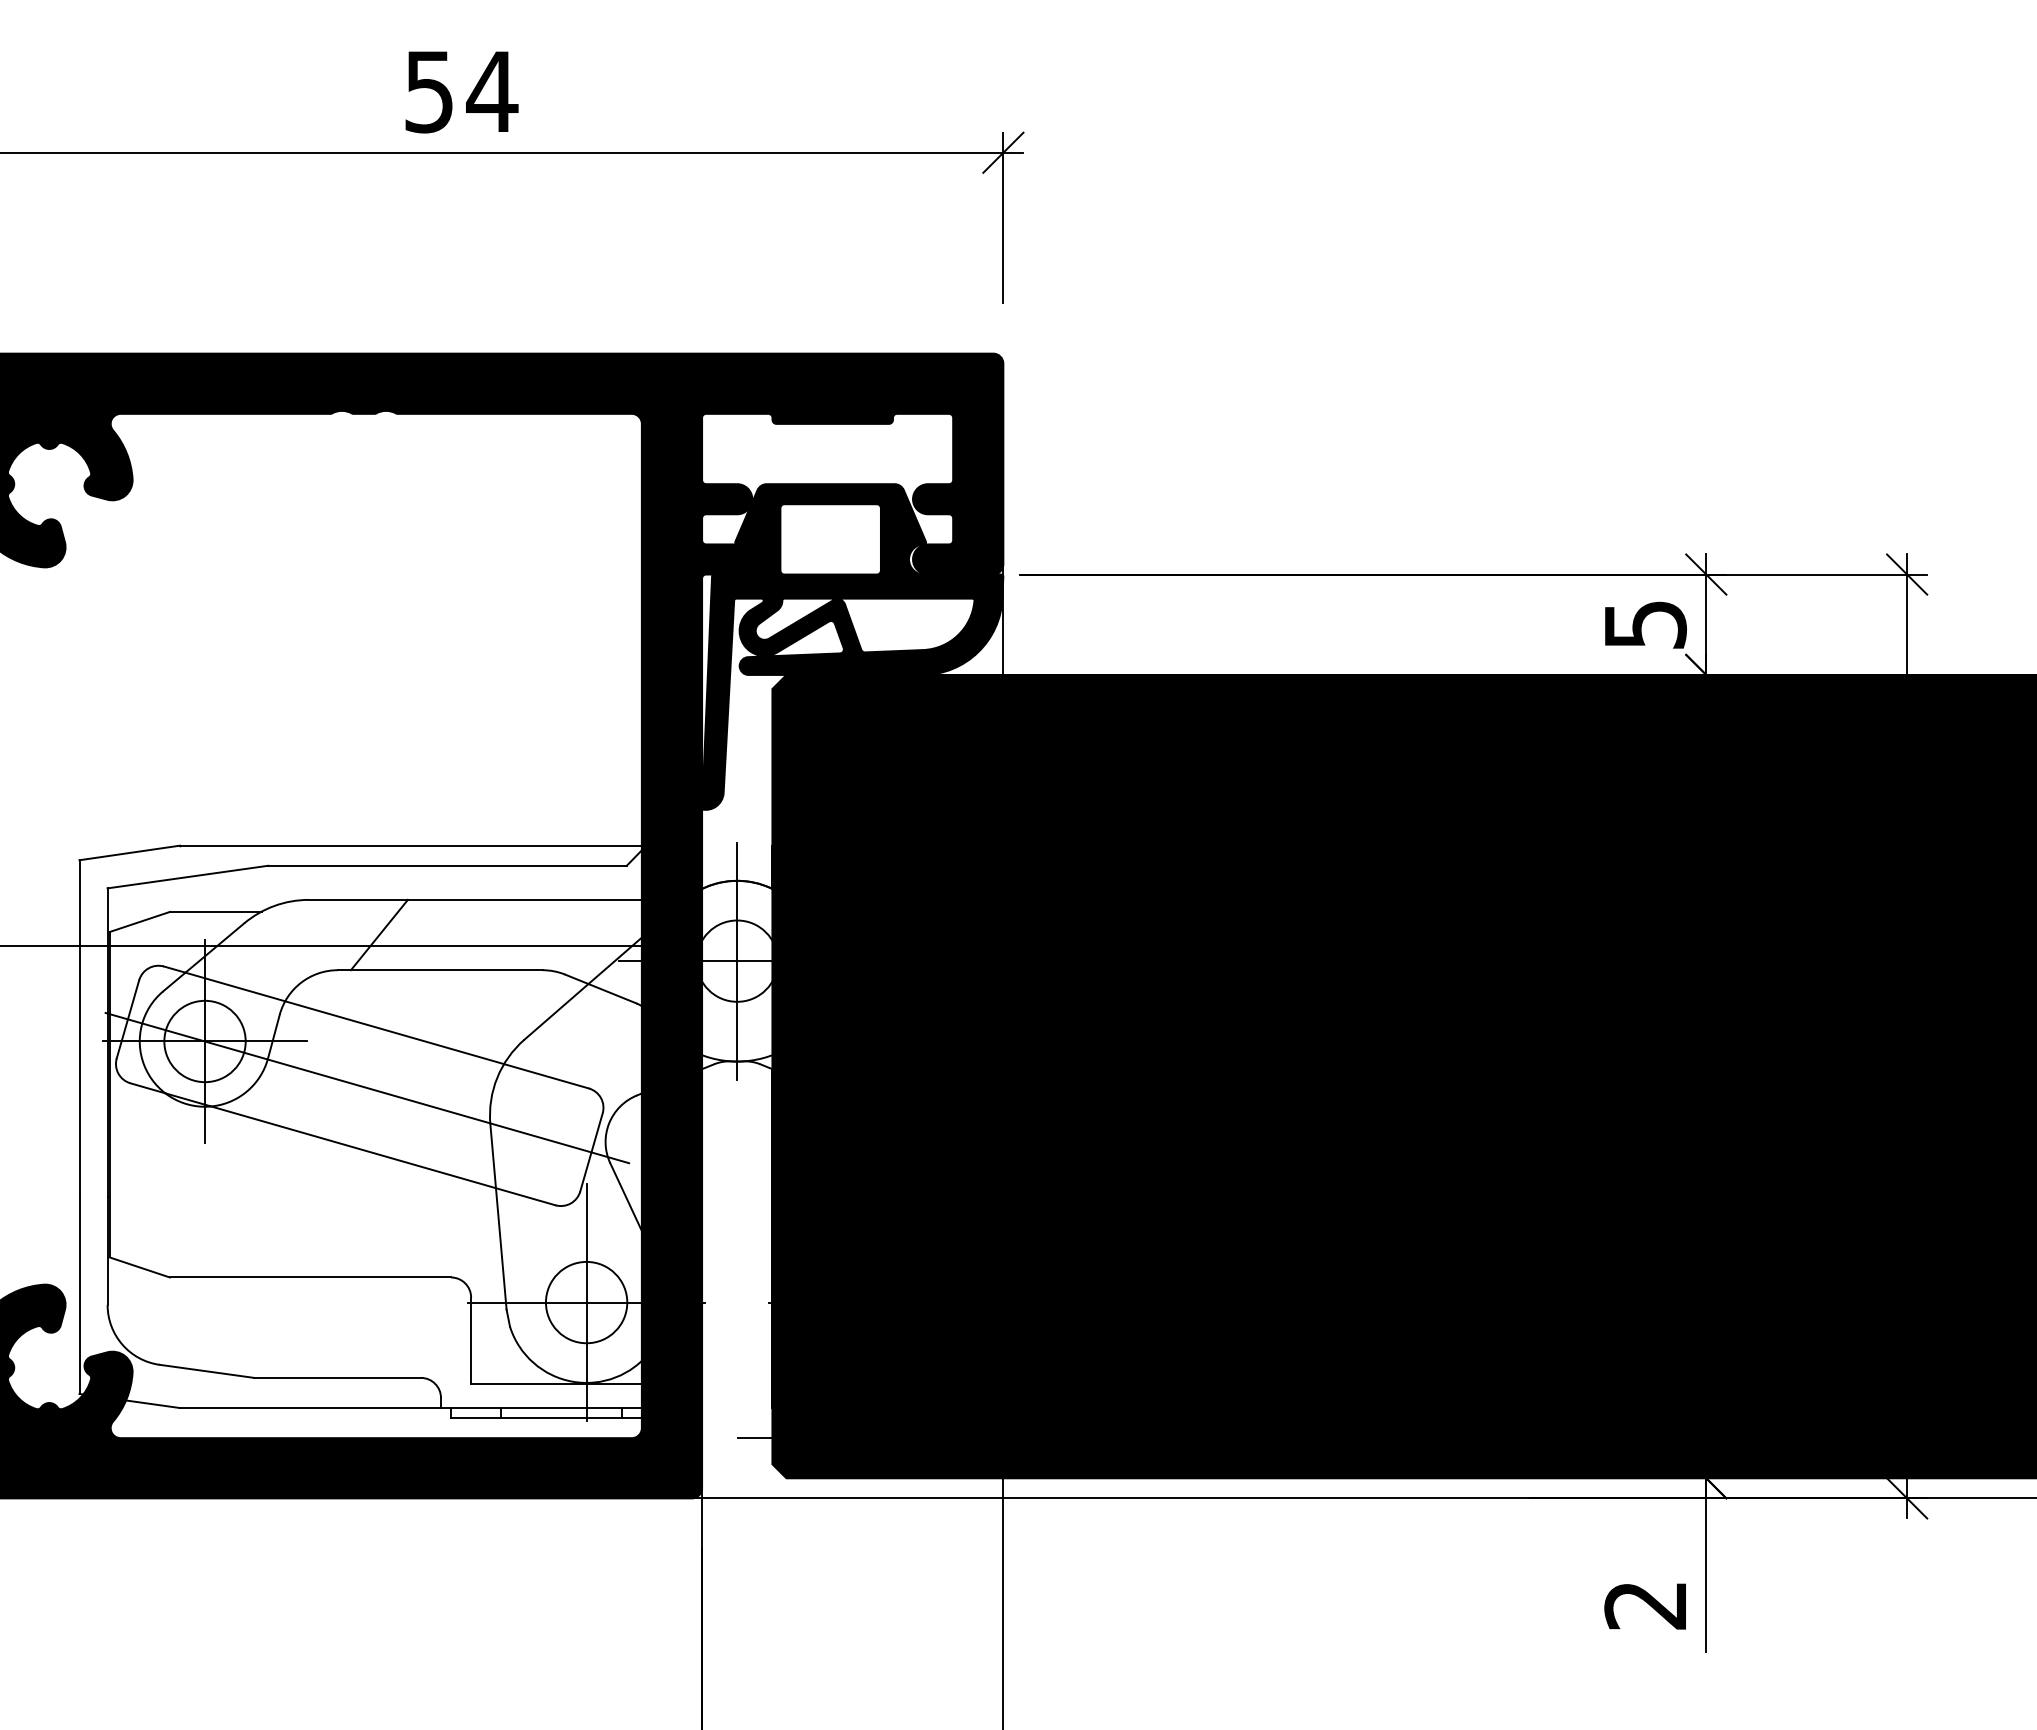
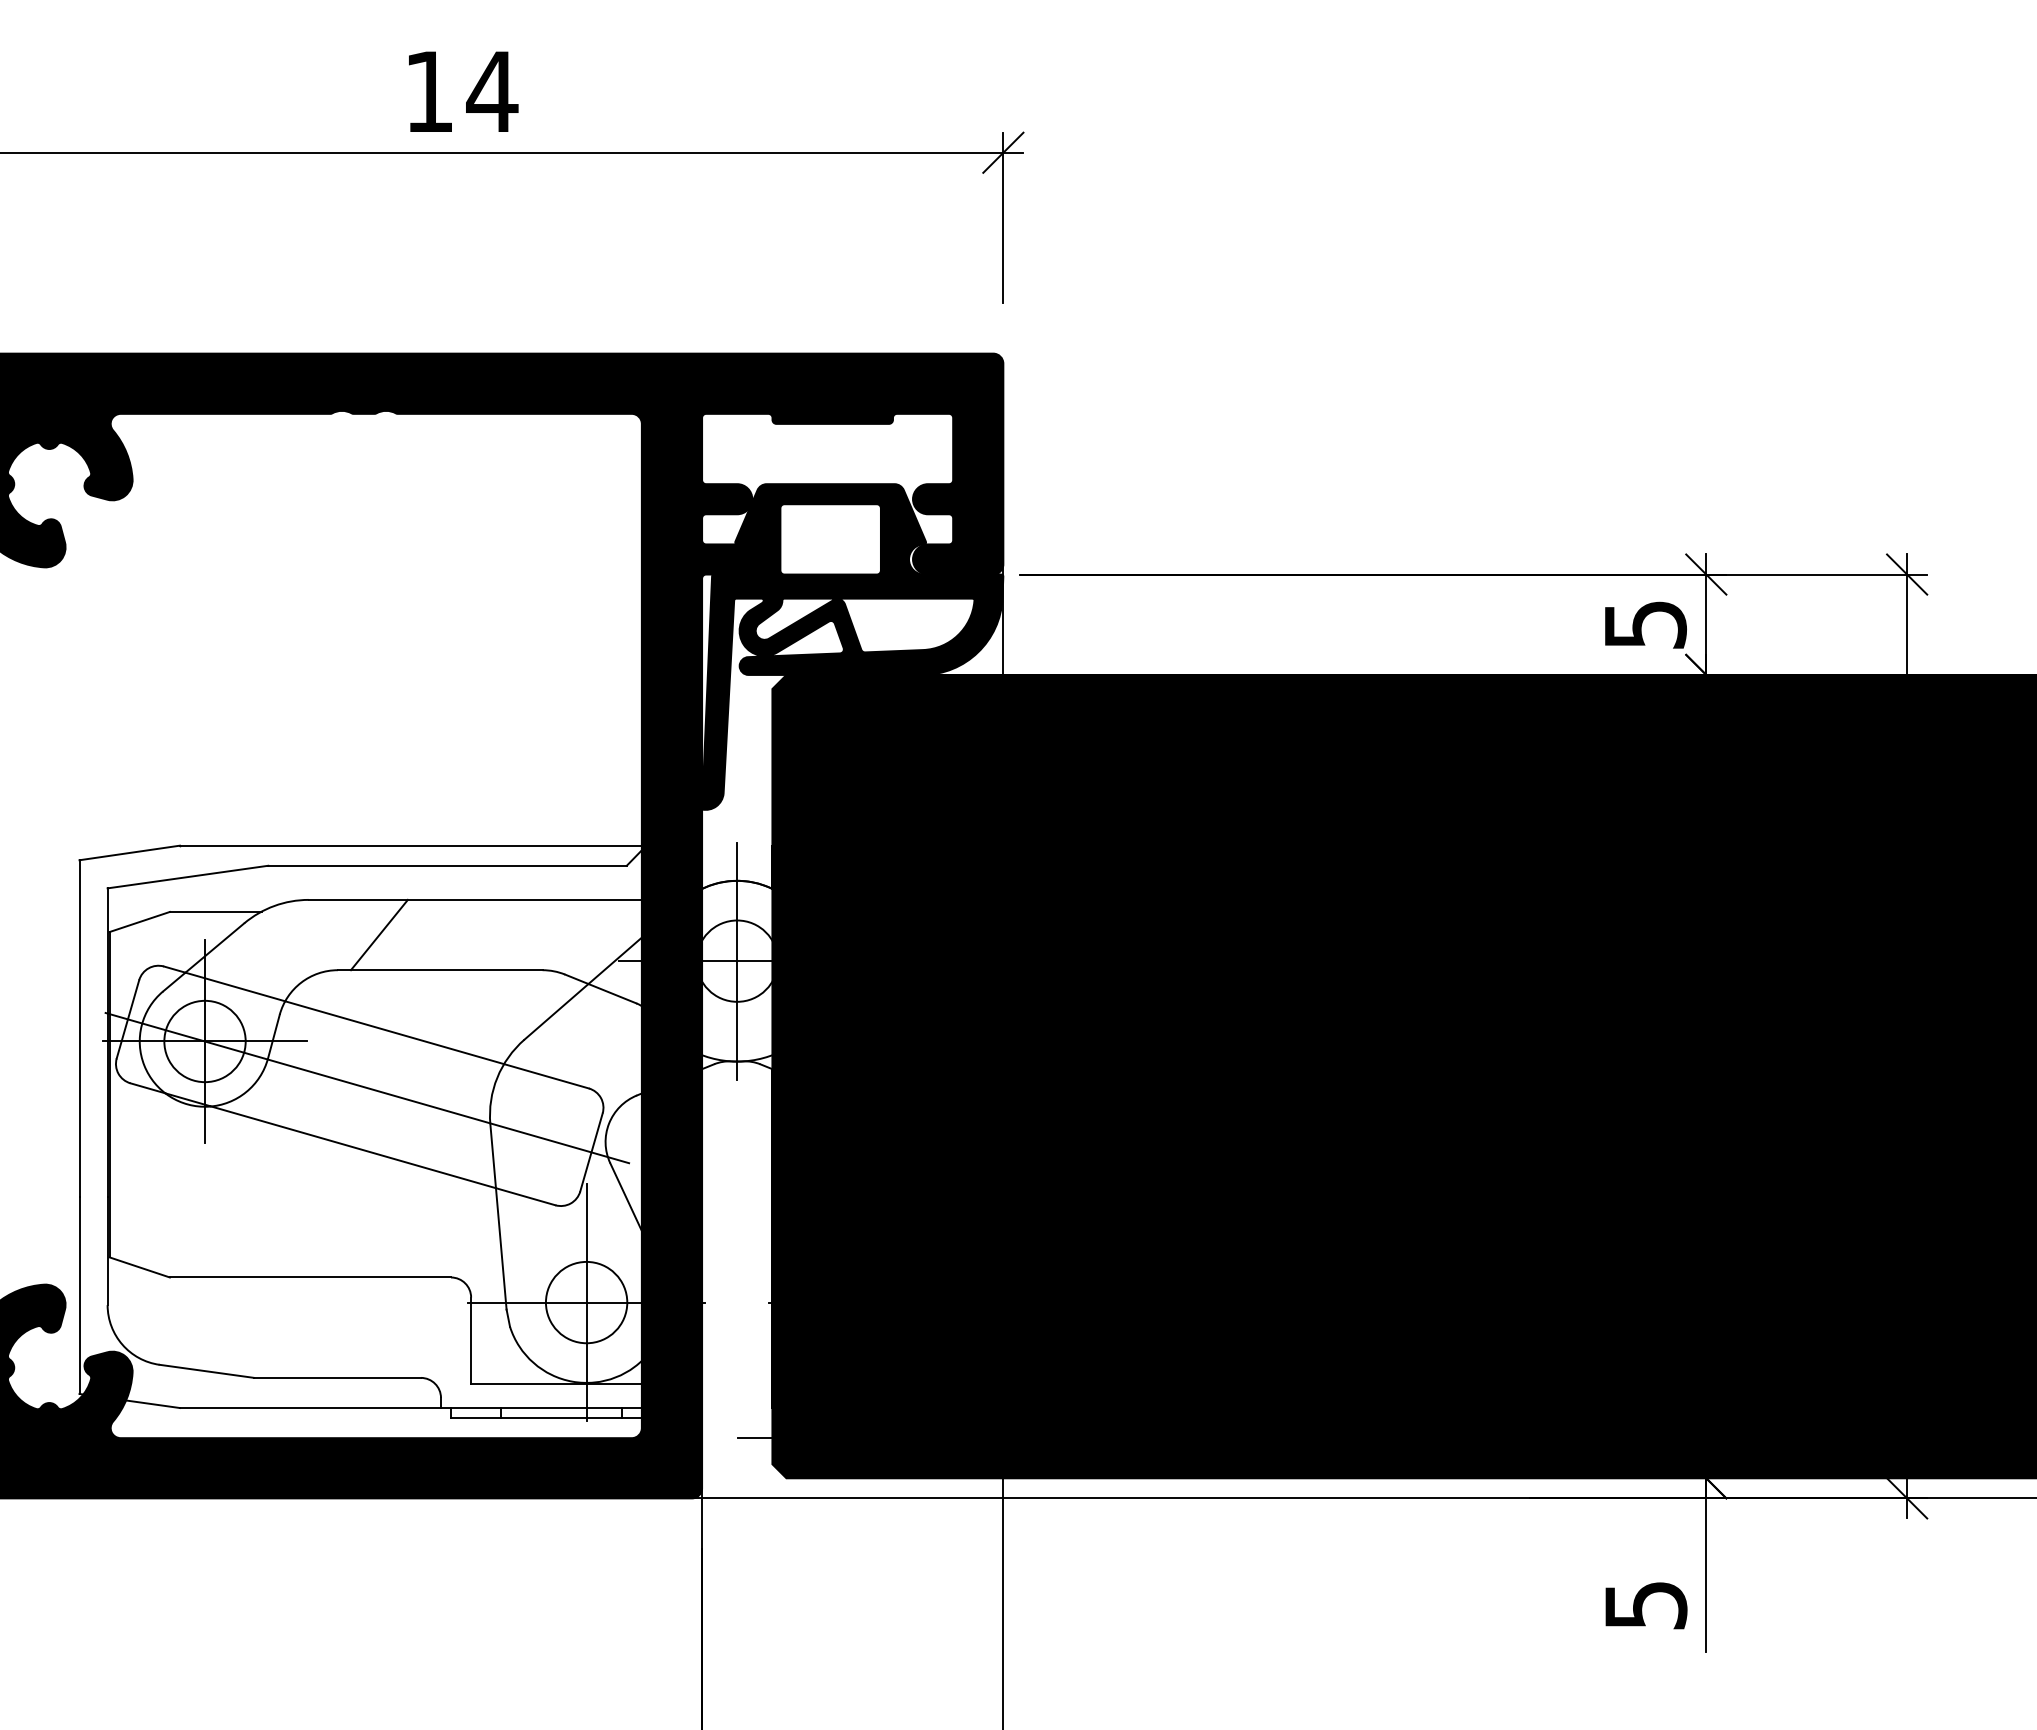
text at (428, 92): 54 -> 14
line at (352, 946): present -> none
text at (1645, 1605): 2 -> 5
